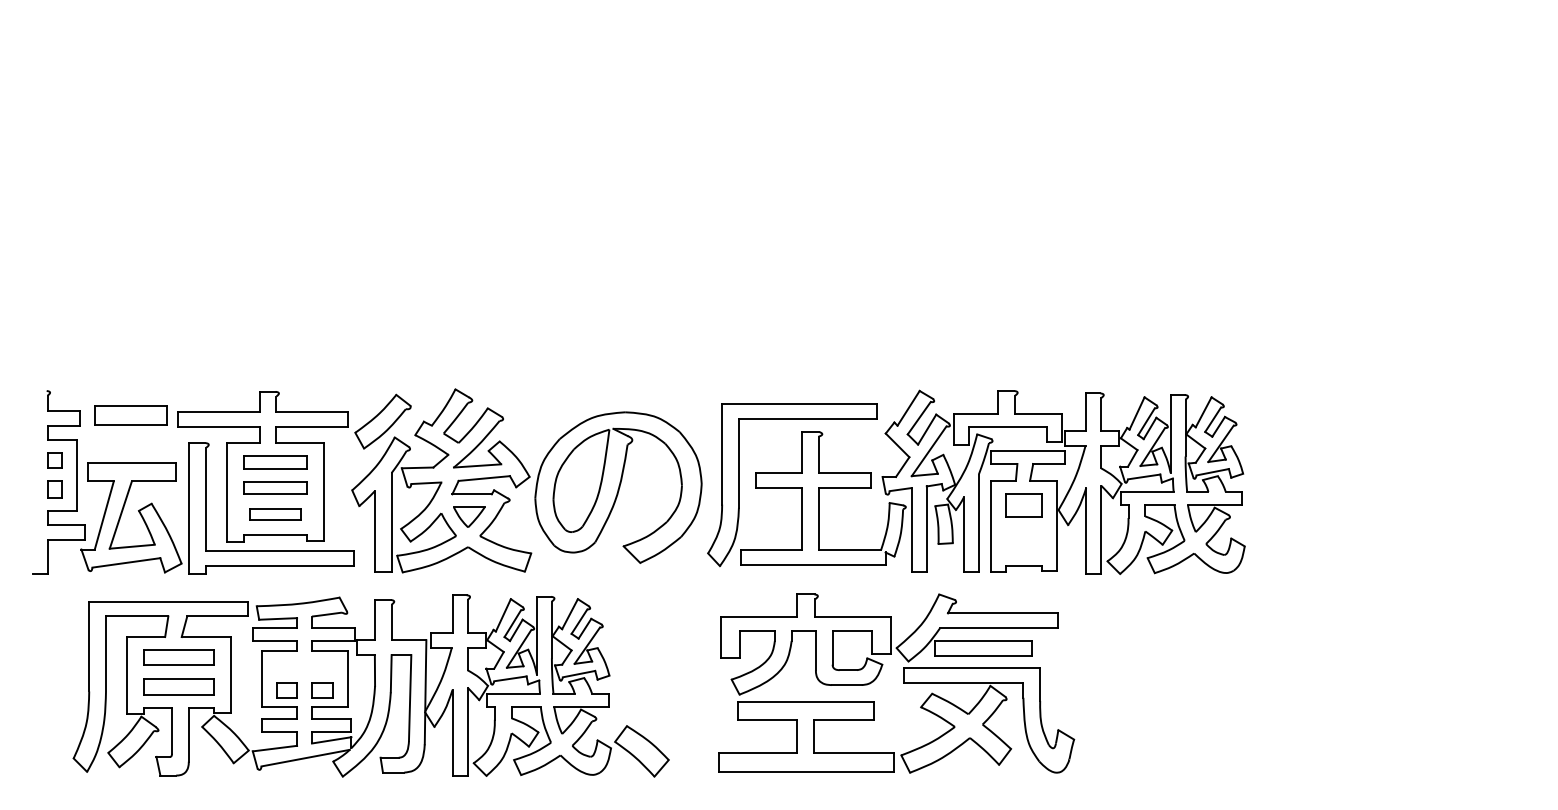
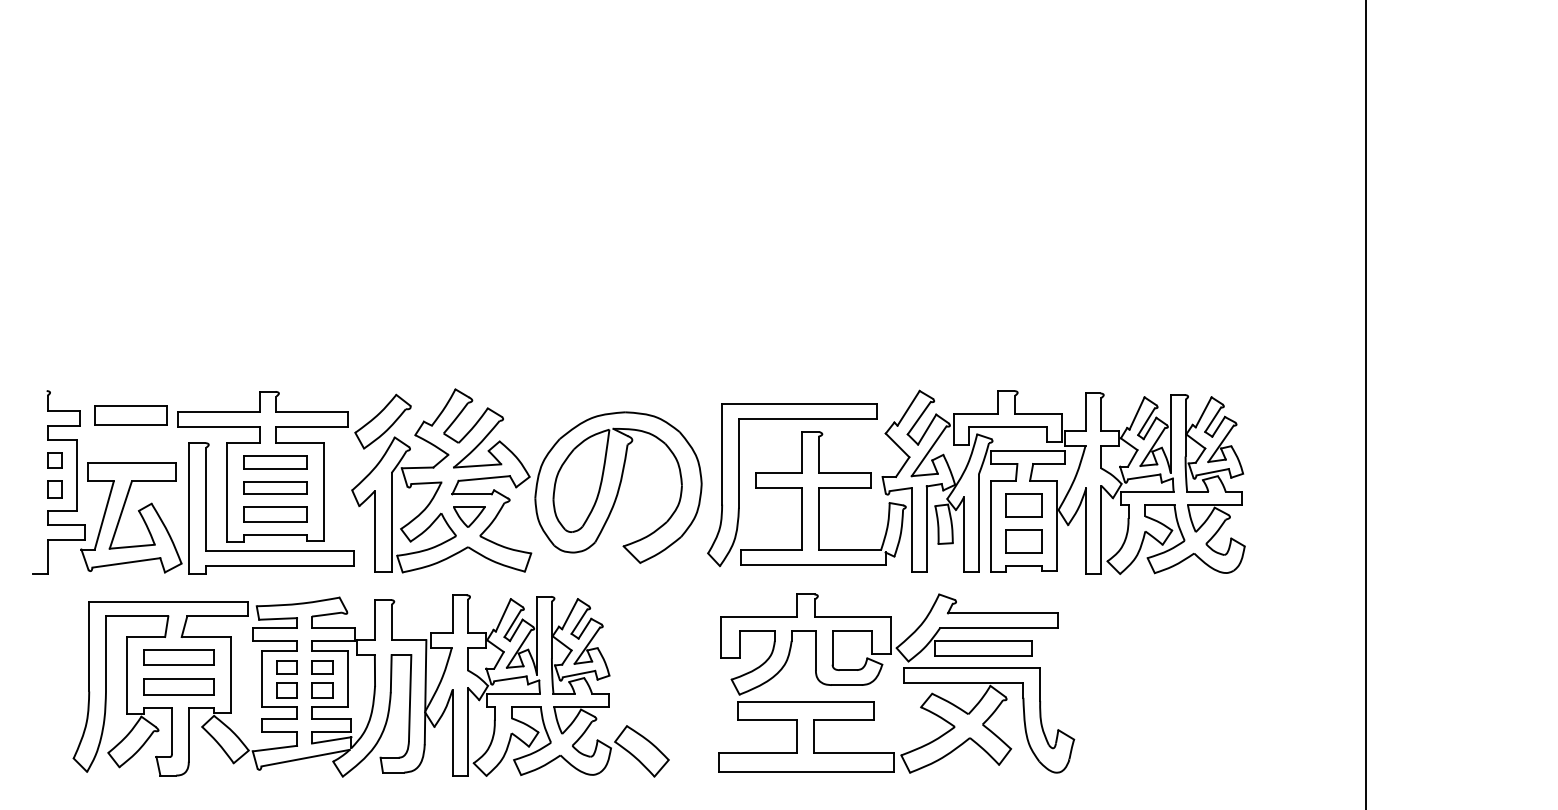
line at (1365, 404): none -> present
part at (275, 514) size: 53x13 px -> 65x17 px
part at (1023, 541): none -> present
part at (286, 667): none -> present
part at (322, 667): none -> present
